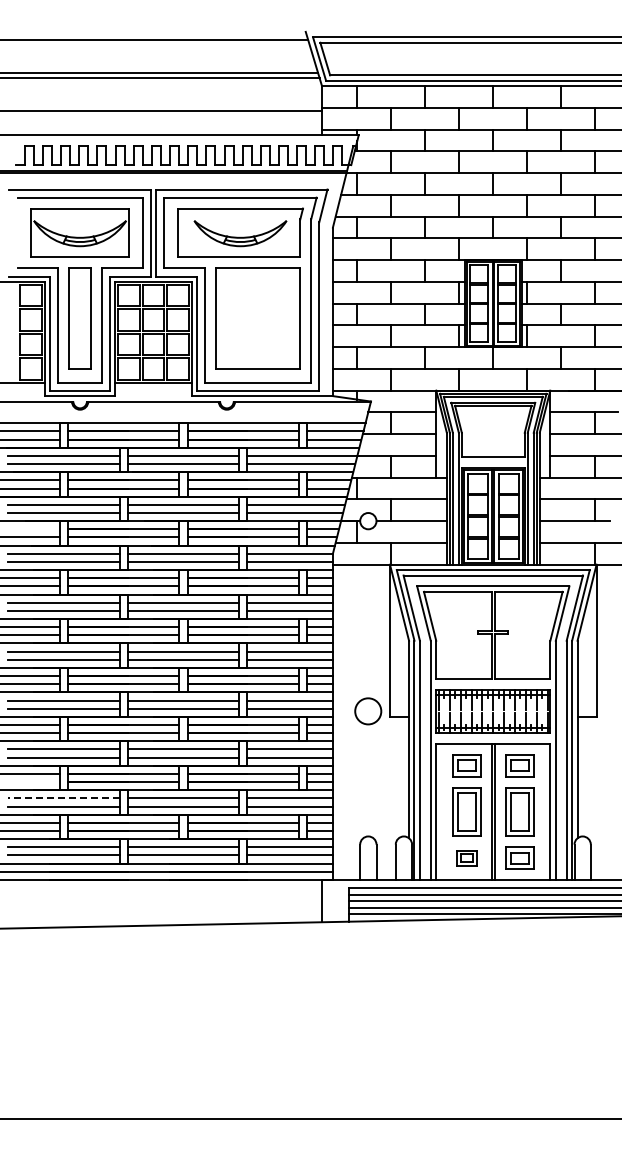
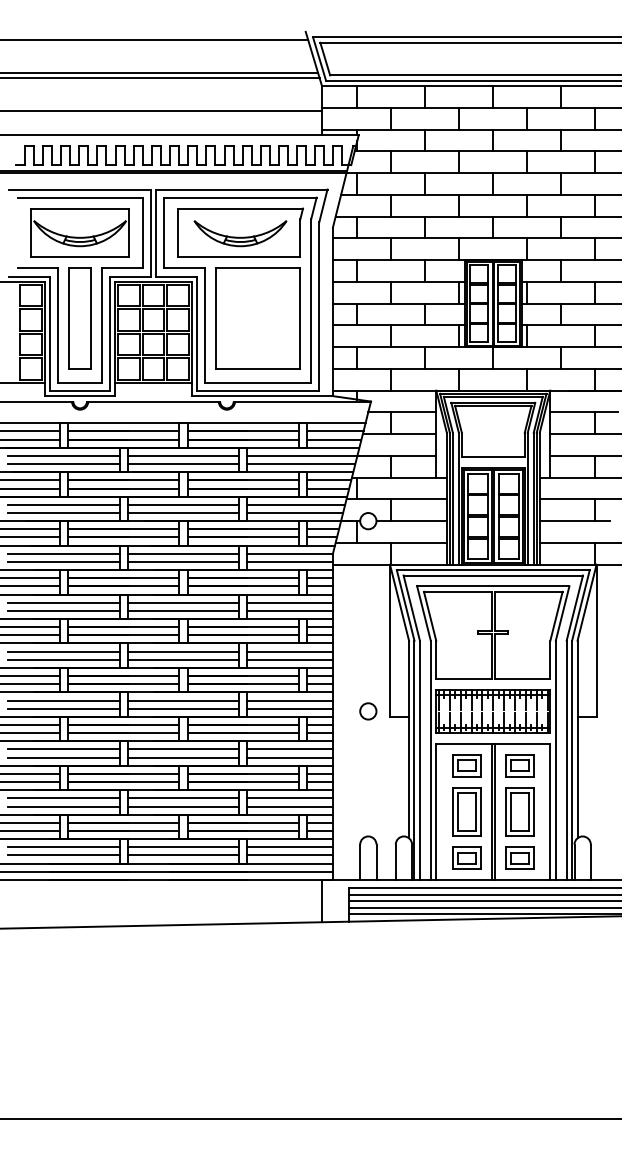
line at (30, 529): none -> present
circle at (368, 711) size: 29x29 px -> 19x19 px
line at (30, 782): none -> present
line at (63, 798): dashed -> solid
part at (466, 858) size: 22x17 px -> 30x24 px
